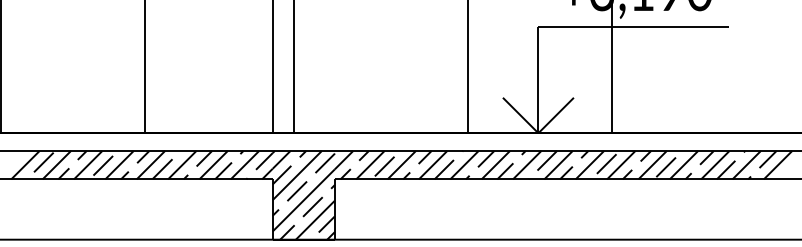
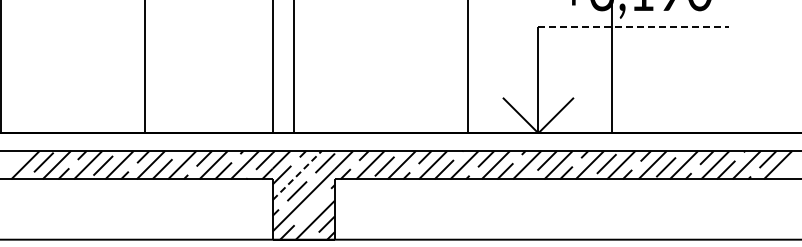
line at (633, 26): solid -> dashed
line at (297, 175): solid -> dashed
line at (312, 206): present -> none
